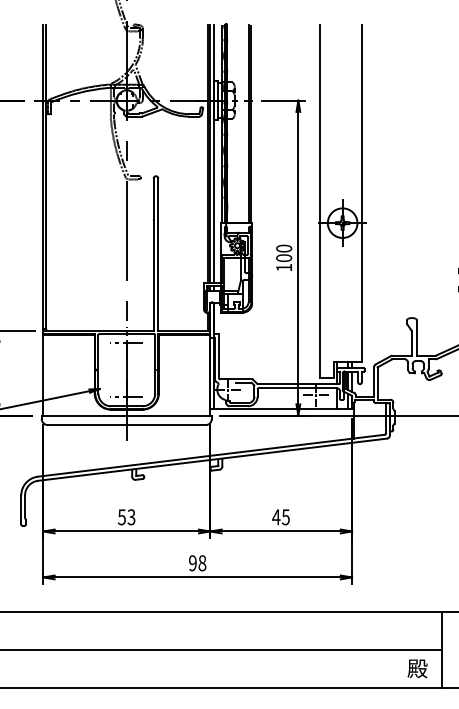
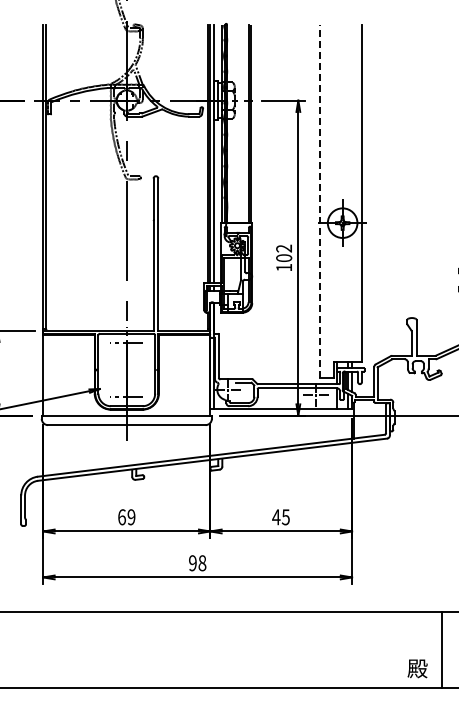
line at (319, 200): solid -> dashed
text at (284, 248): 100 -> 102
text at (126, 517): 53 -> 69
line at (221, 649): present -> none
